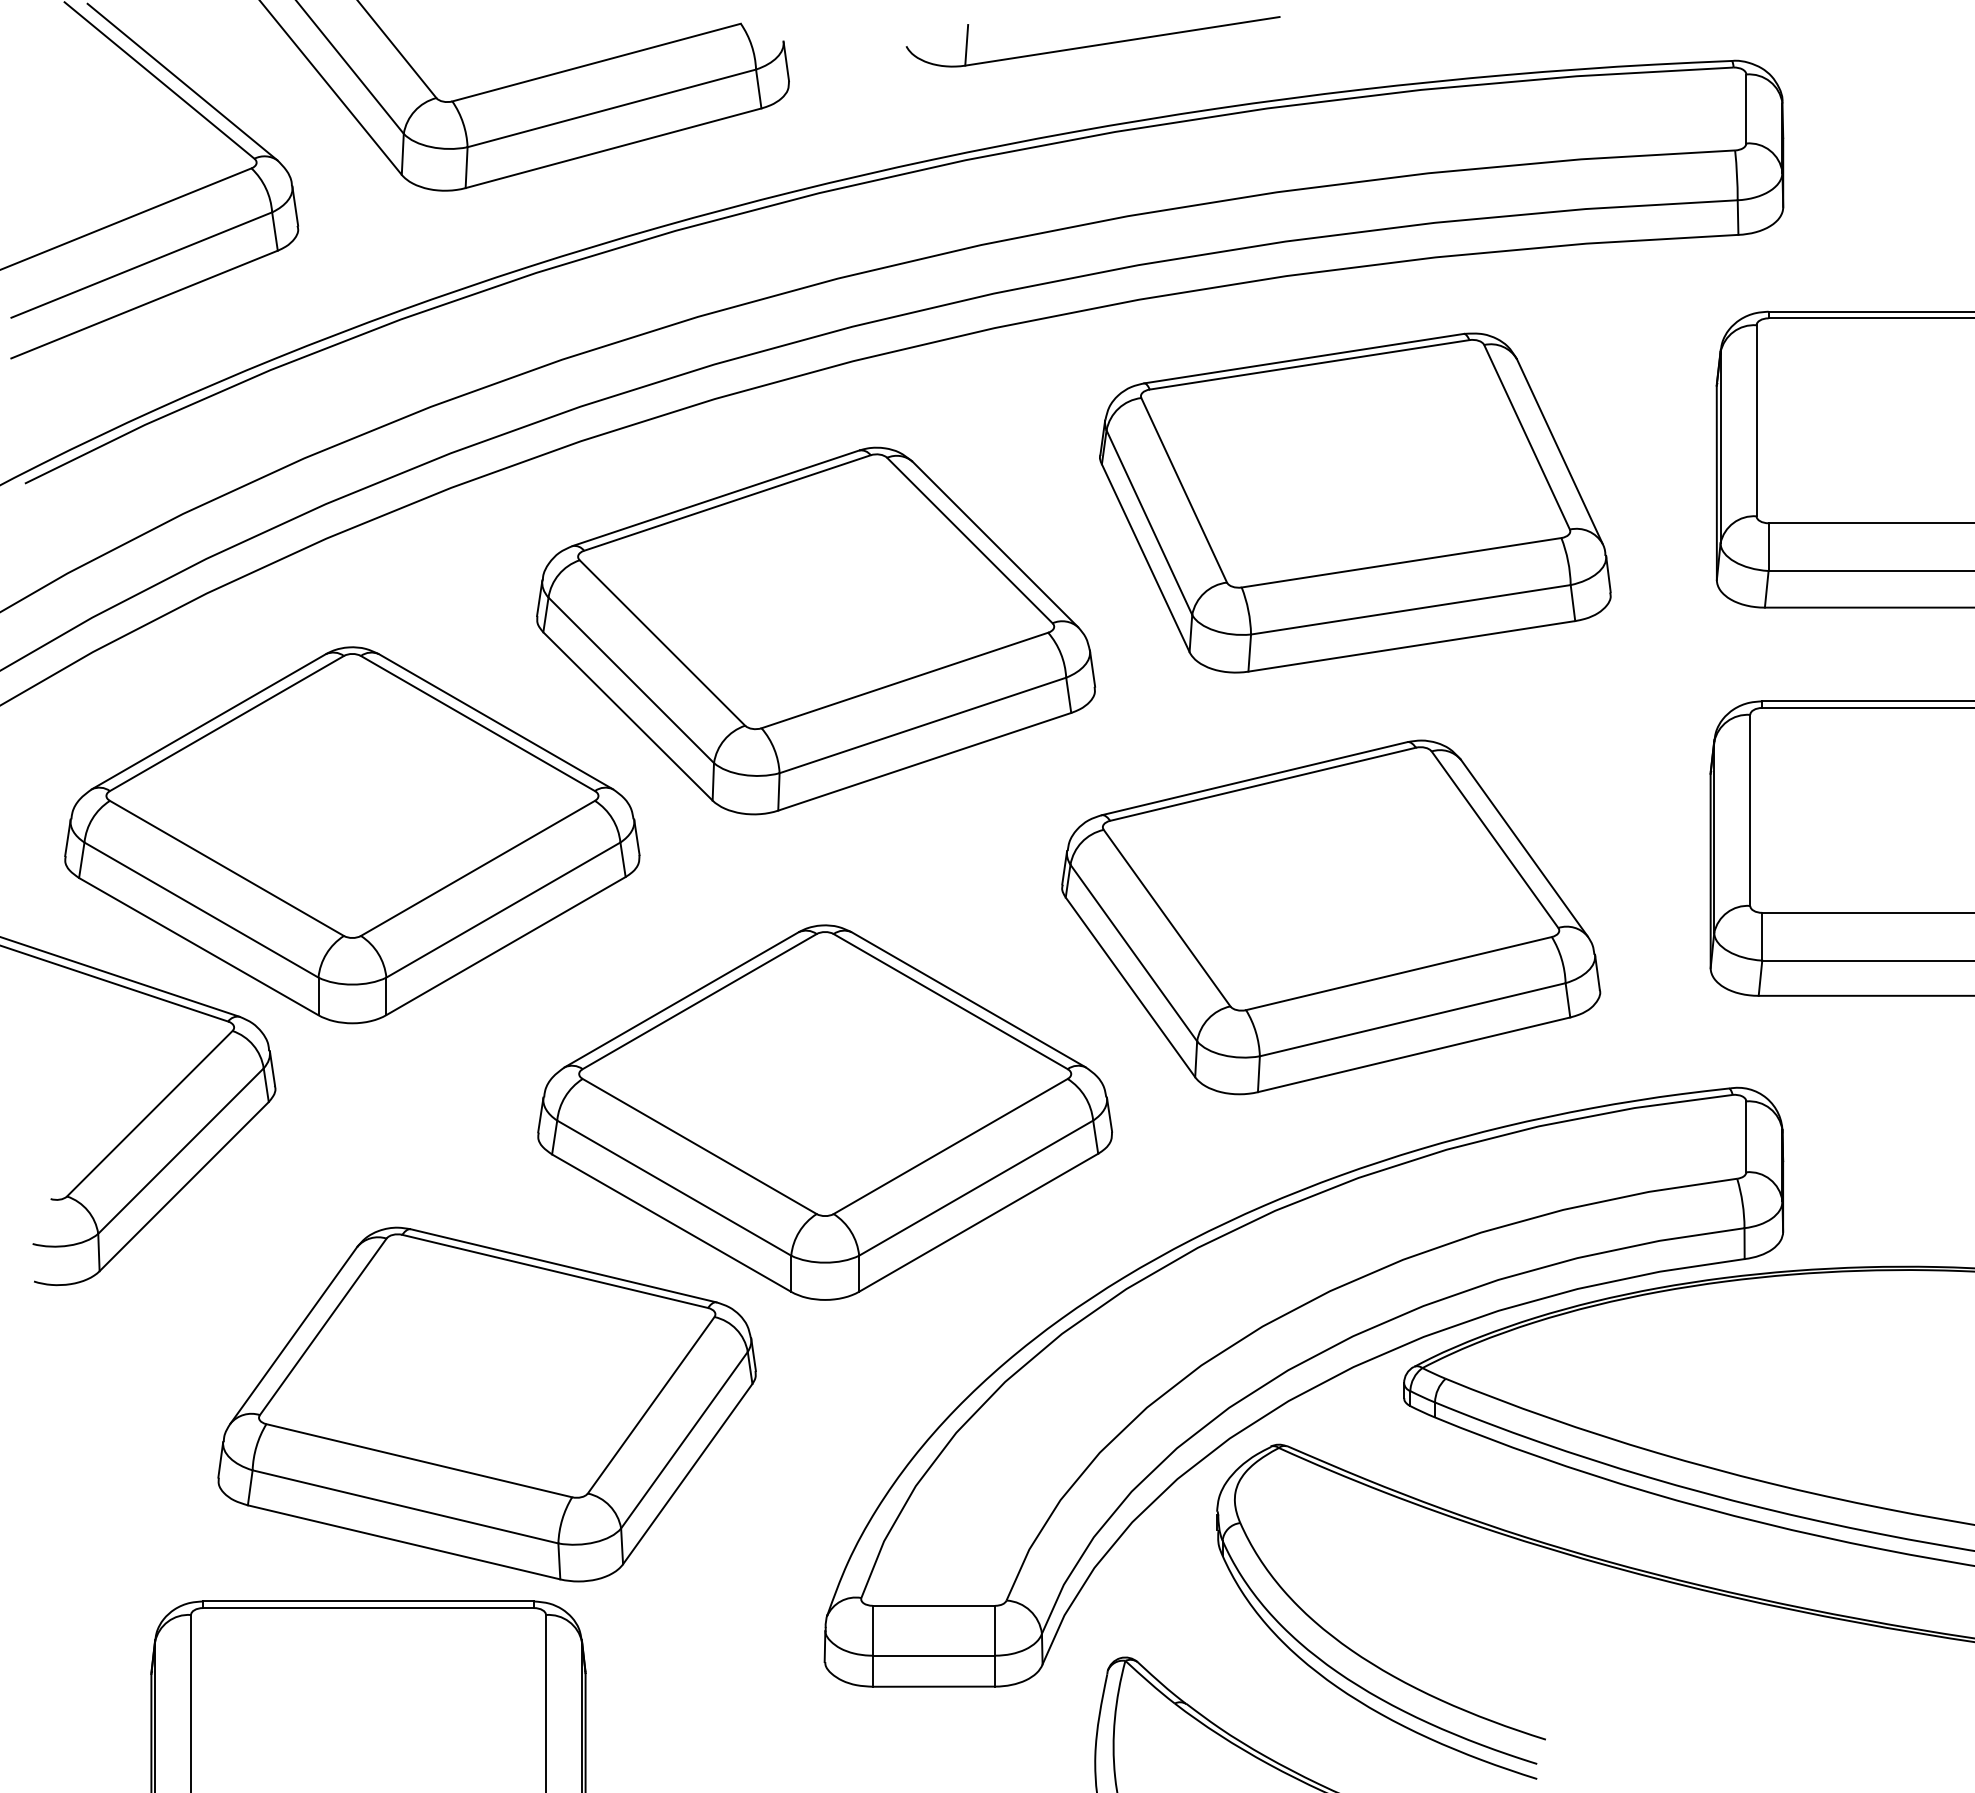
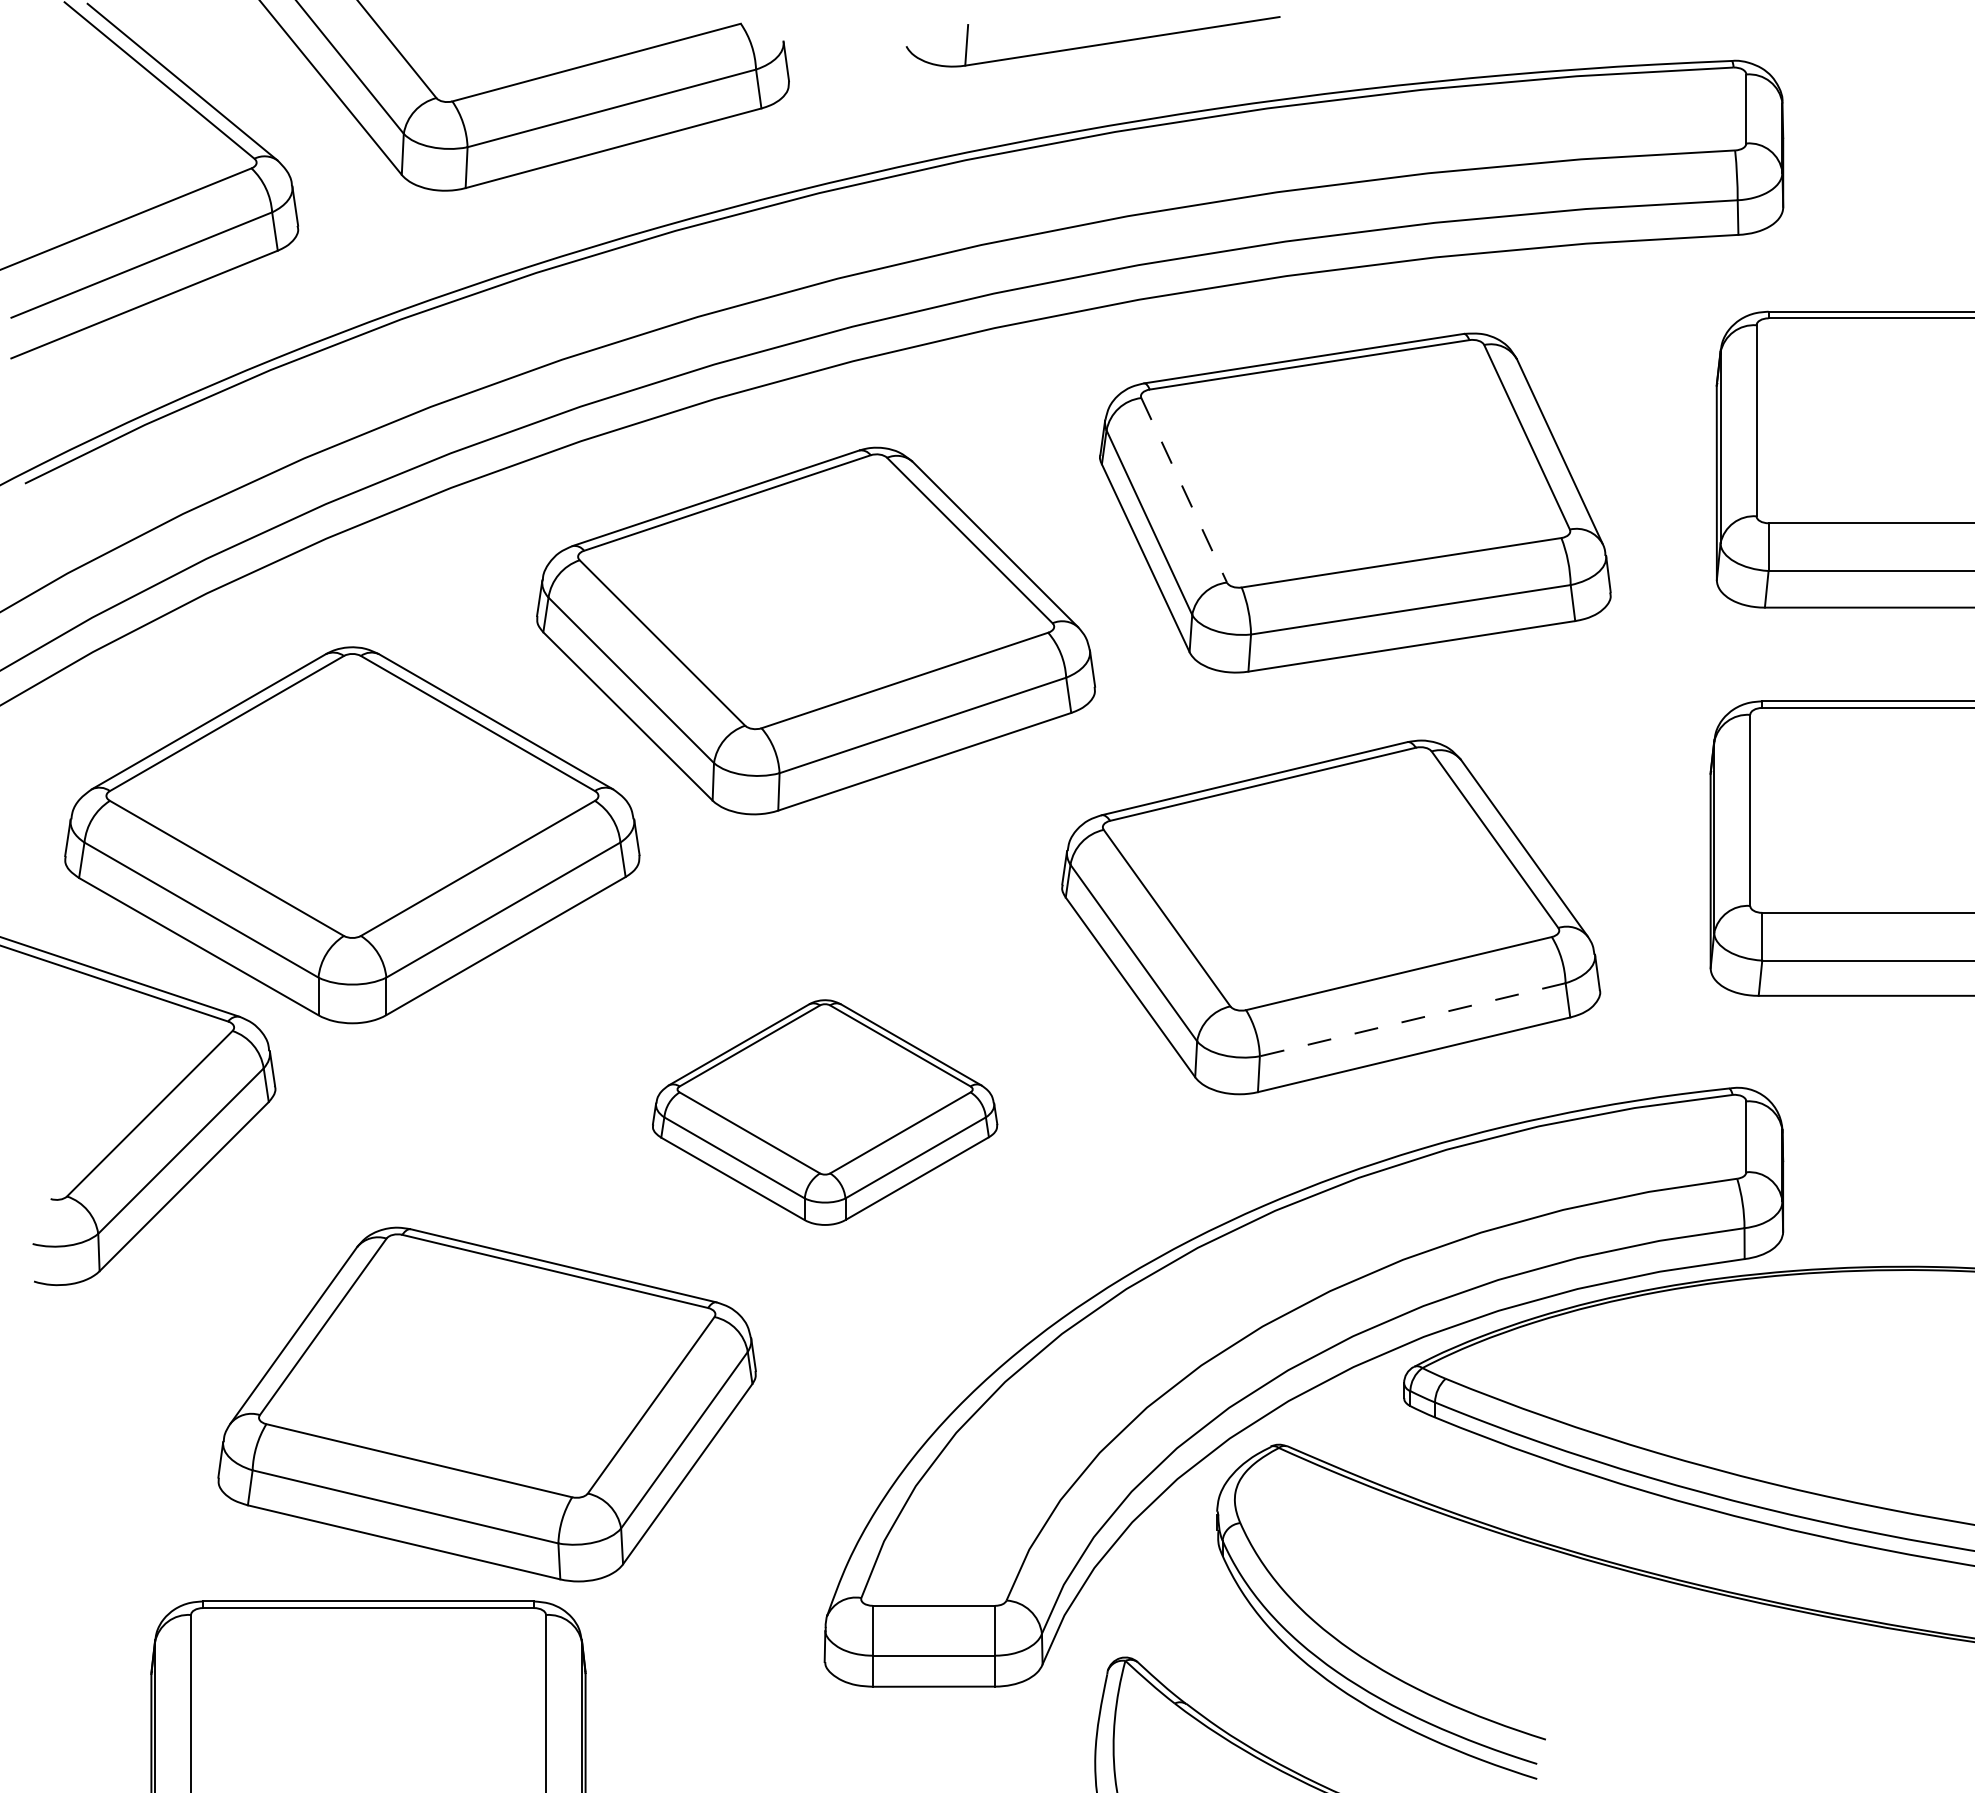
line at (1184, 490): solid -> dashed
line at (1412, 1019): solid -> dashed
part at (824, 1112) size: 576x377 px -> 347x227 px
